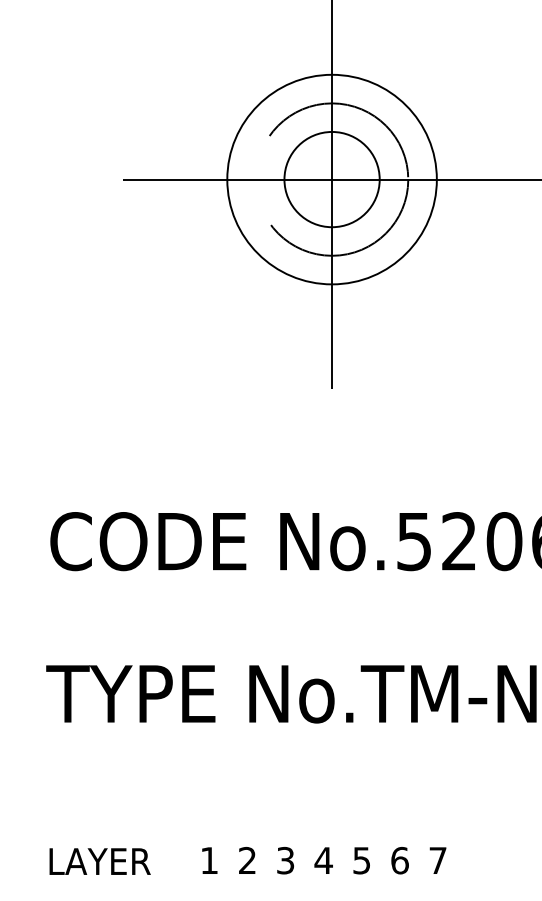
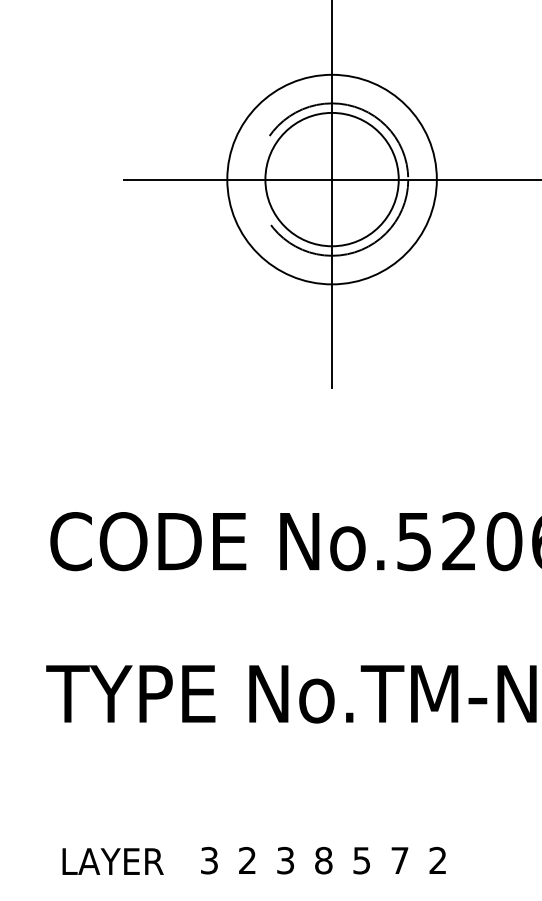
circle at (331, 179) diameter: 95 px -> 133 px
text at (437, 859): 7 -> 2
text at (209, 860): 1 -> 3
text at (323, 860): 4 -> 8
text at (399, 860): 6 -> 7
text at (99, 861) position: (99, 861) -> (112, 861)
